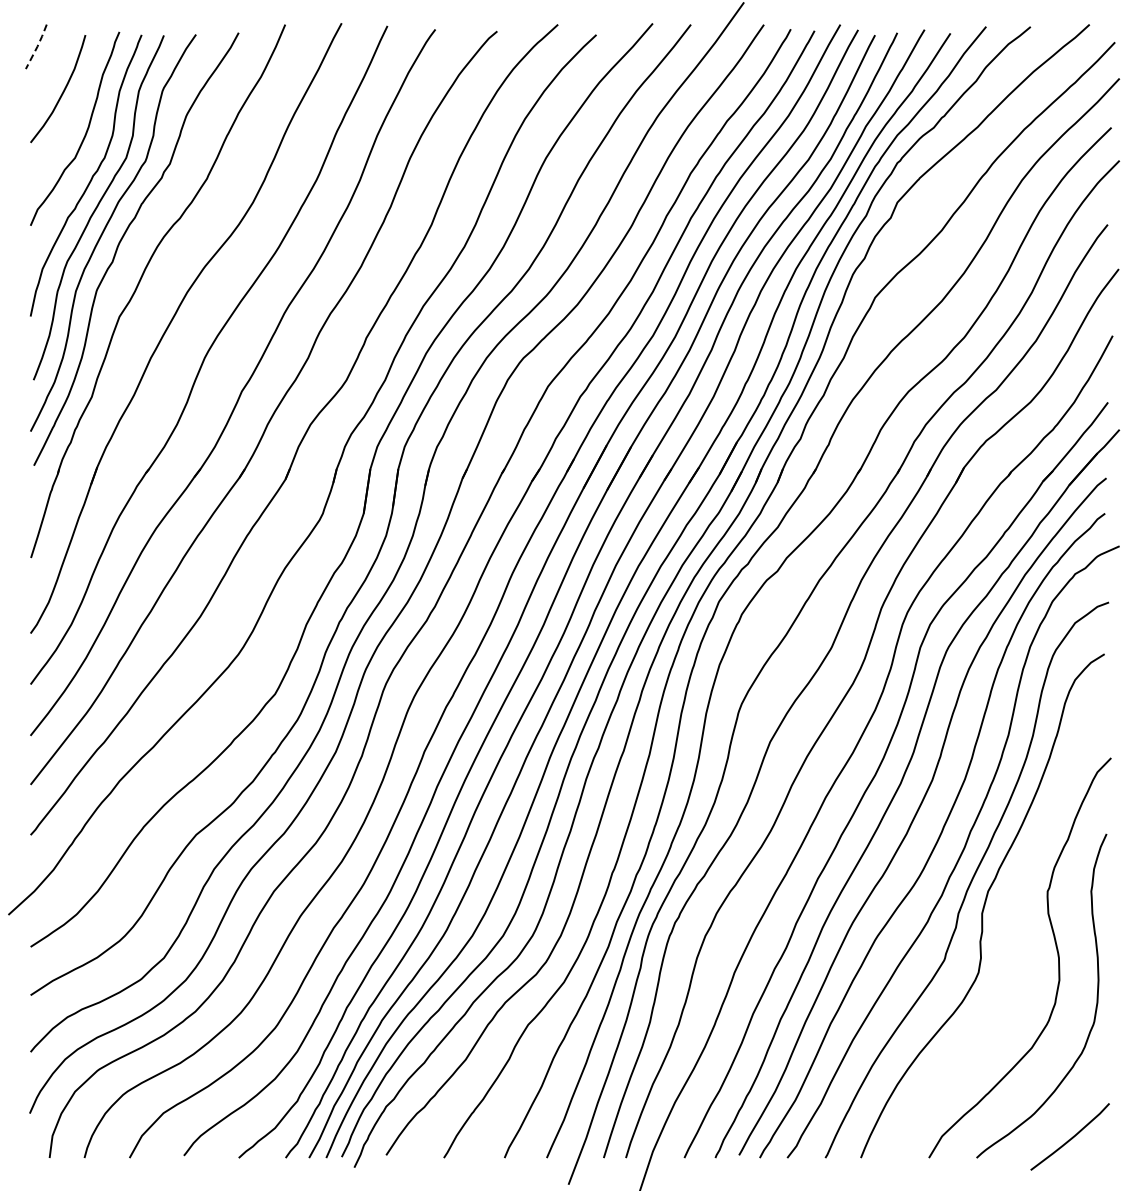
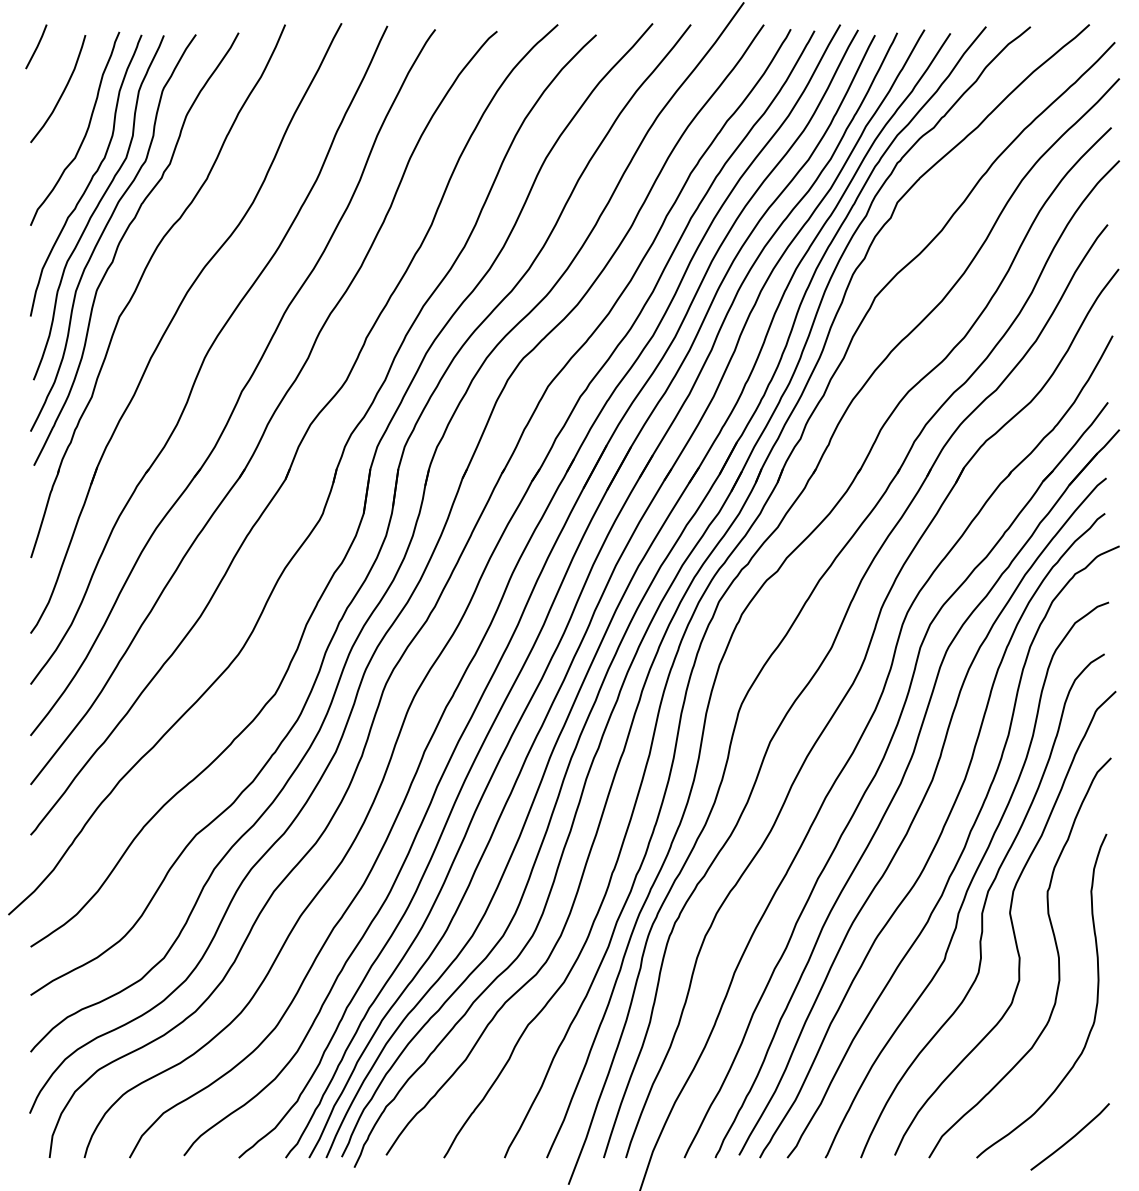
line at (37, 46): dashed -> solid
curve at (1010, 921): none -> present
